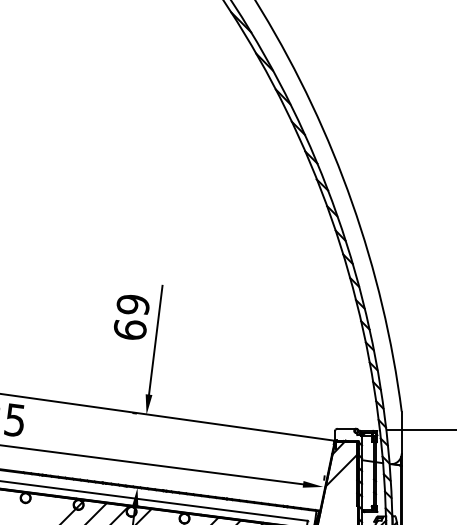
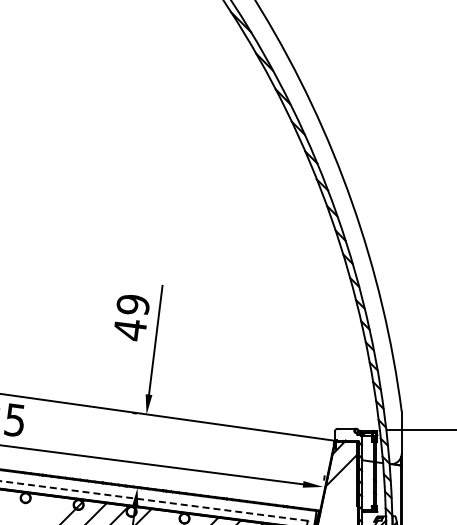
text at (130, 330): 69 -> 49
line at (154, 500): solid -> dashed
